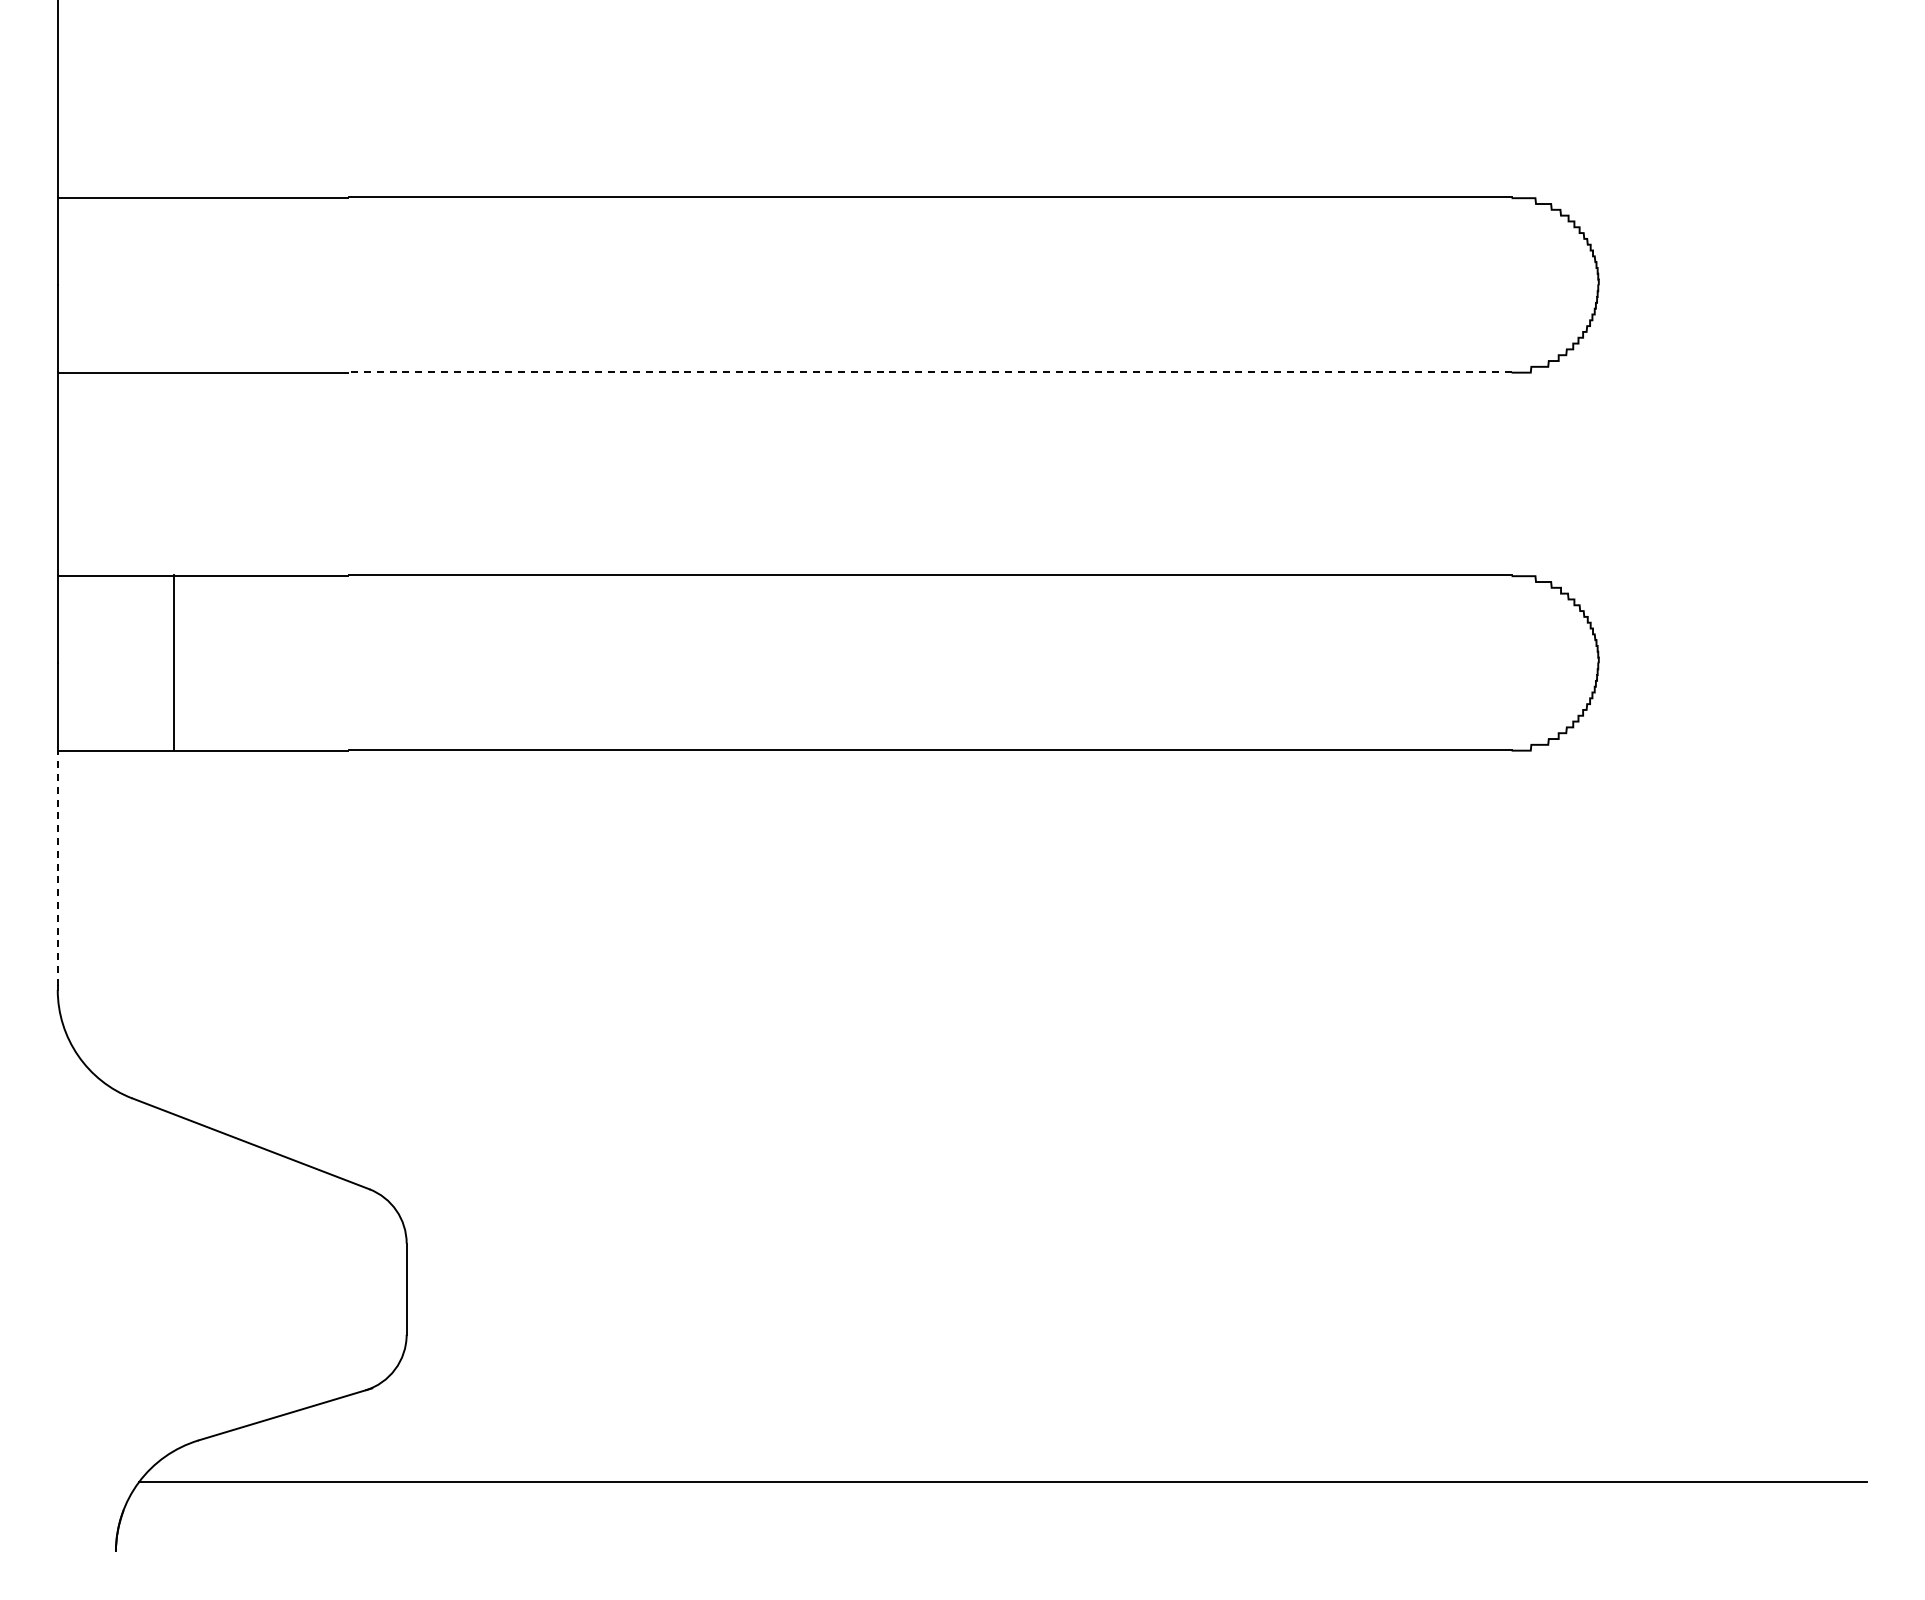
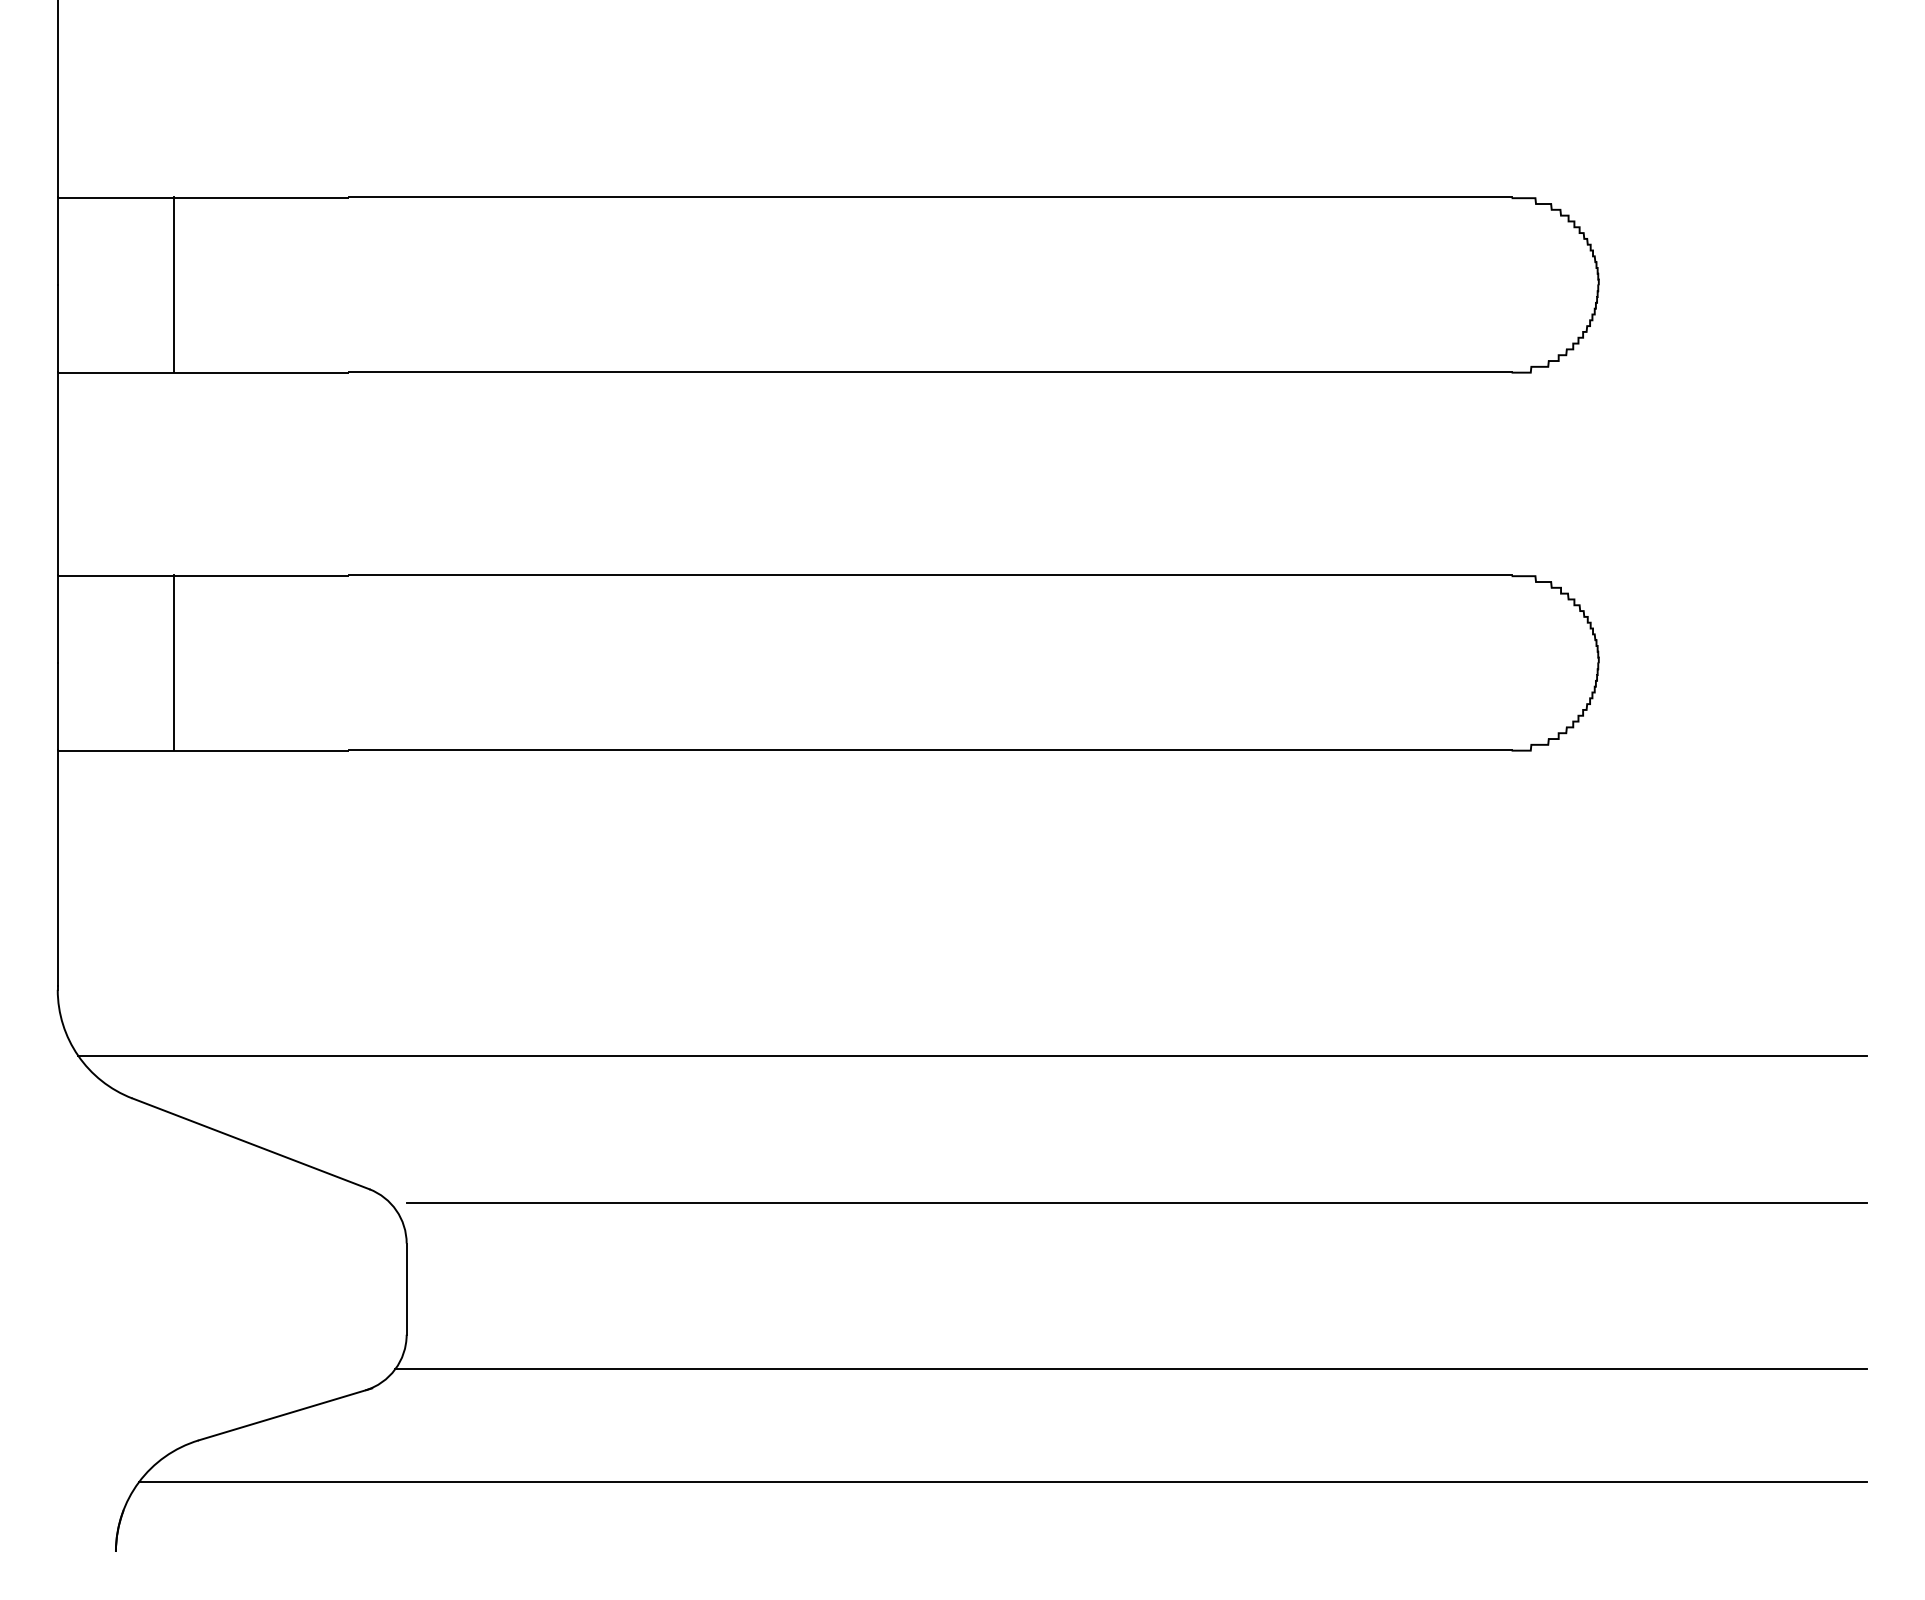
line at (174, 284): none -> present
line at (930, 371): dashed -> solid
line at (57, 867): dashed -> solid
line at (972, 1055): none -> present
line at (1136, 1202): none -> present
line at (1131, 1369): none -> present
